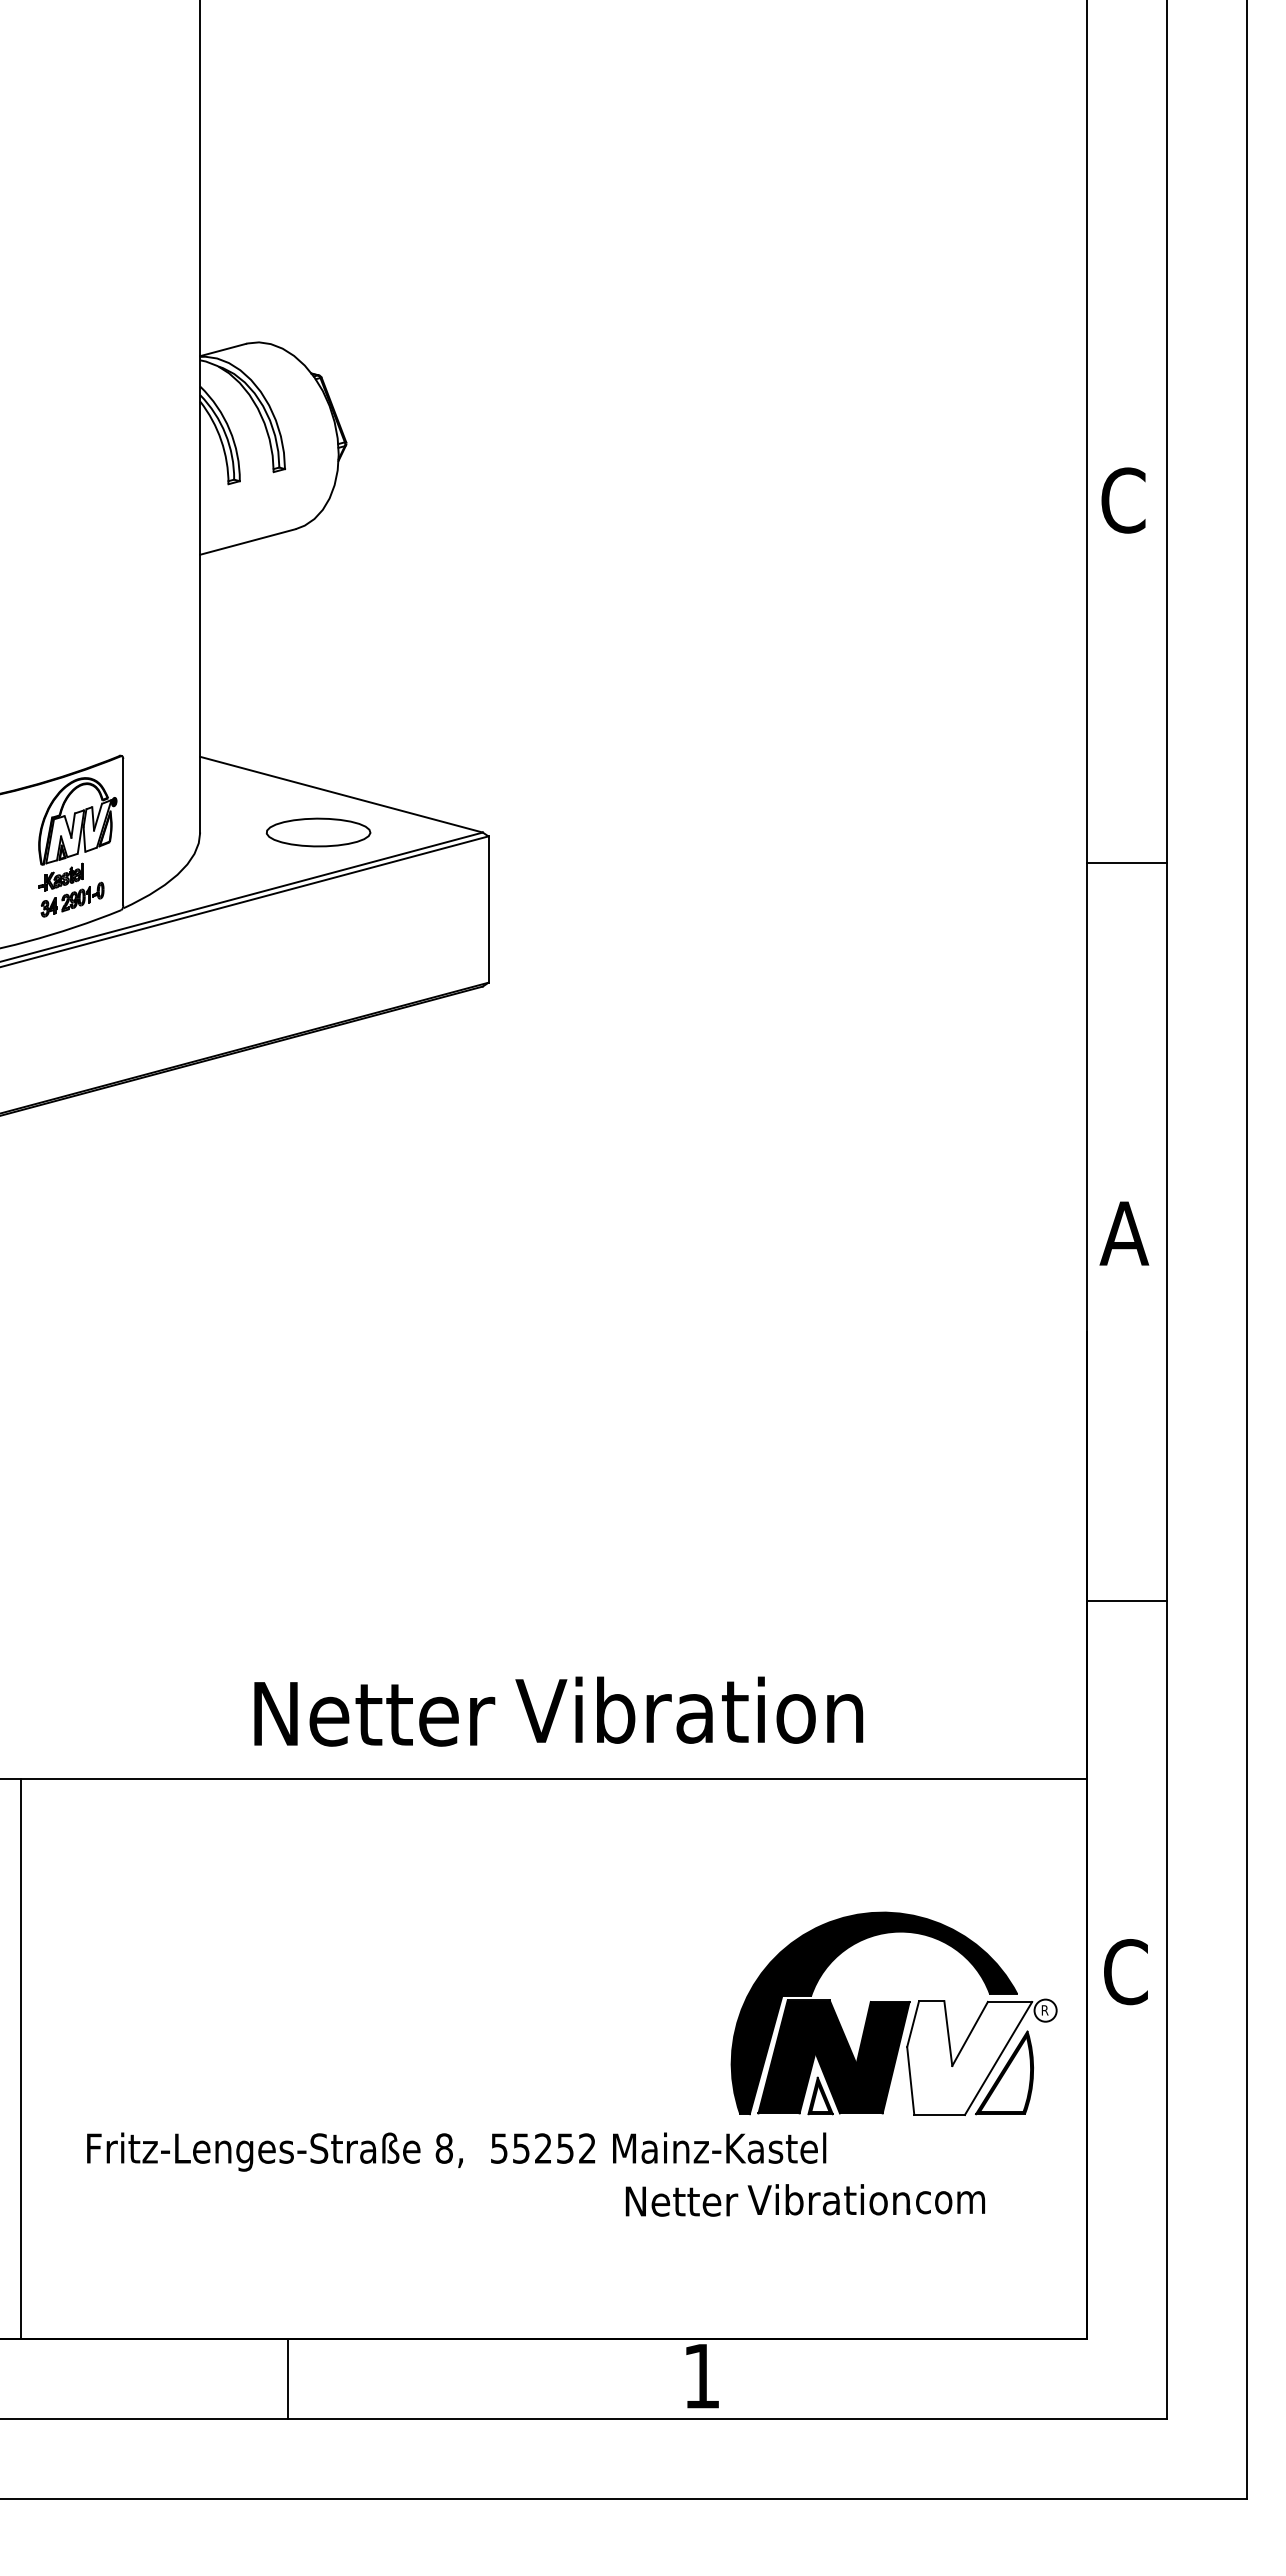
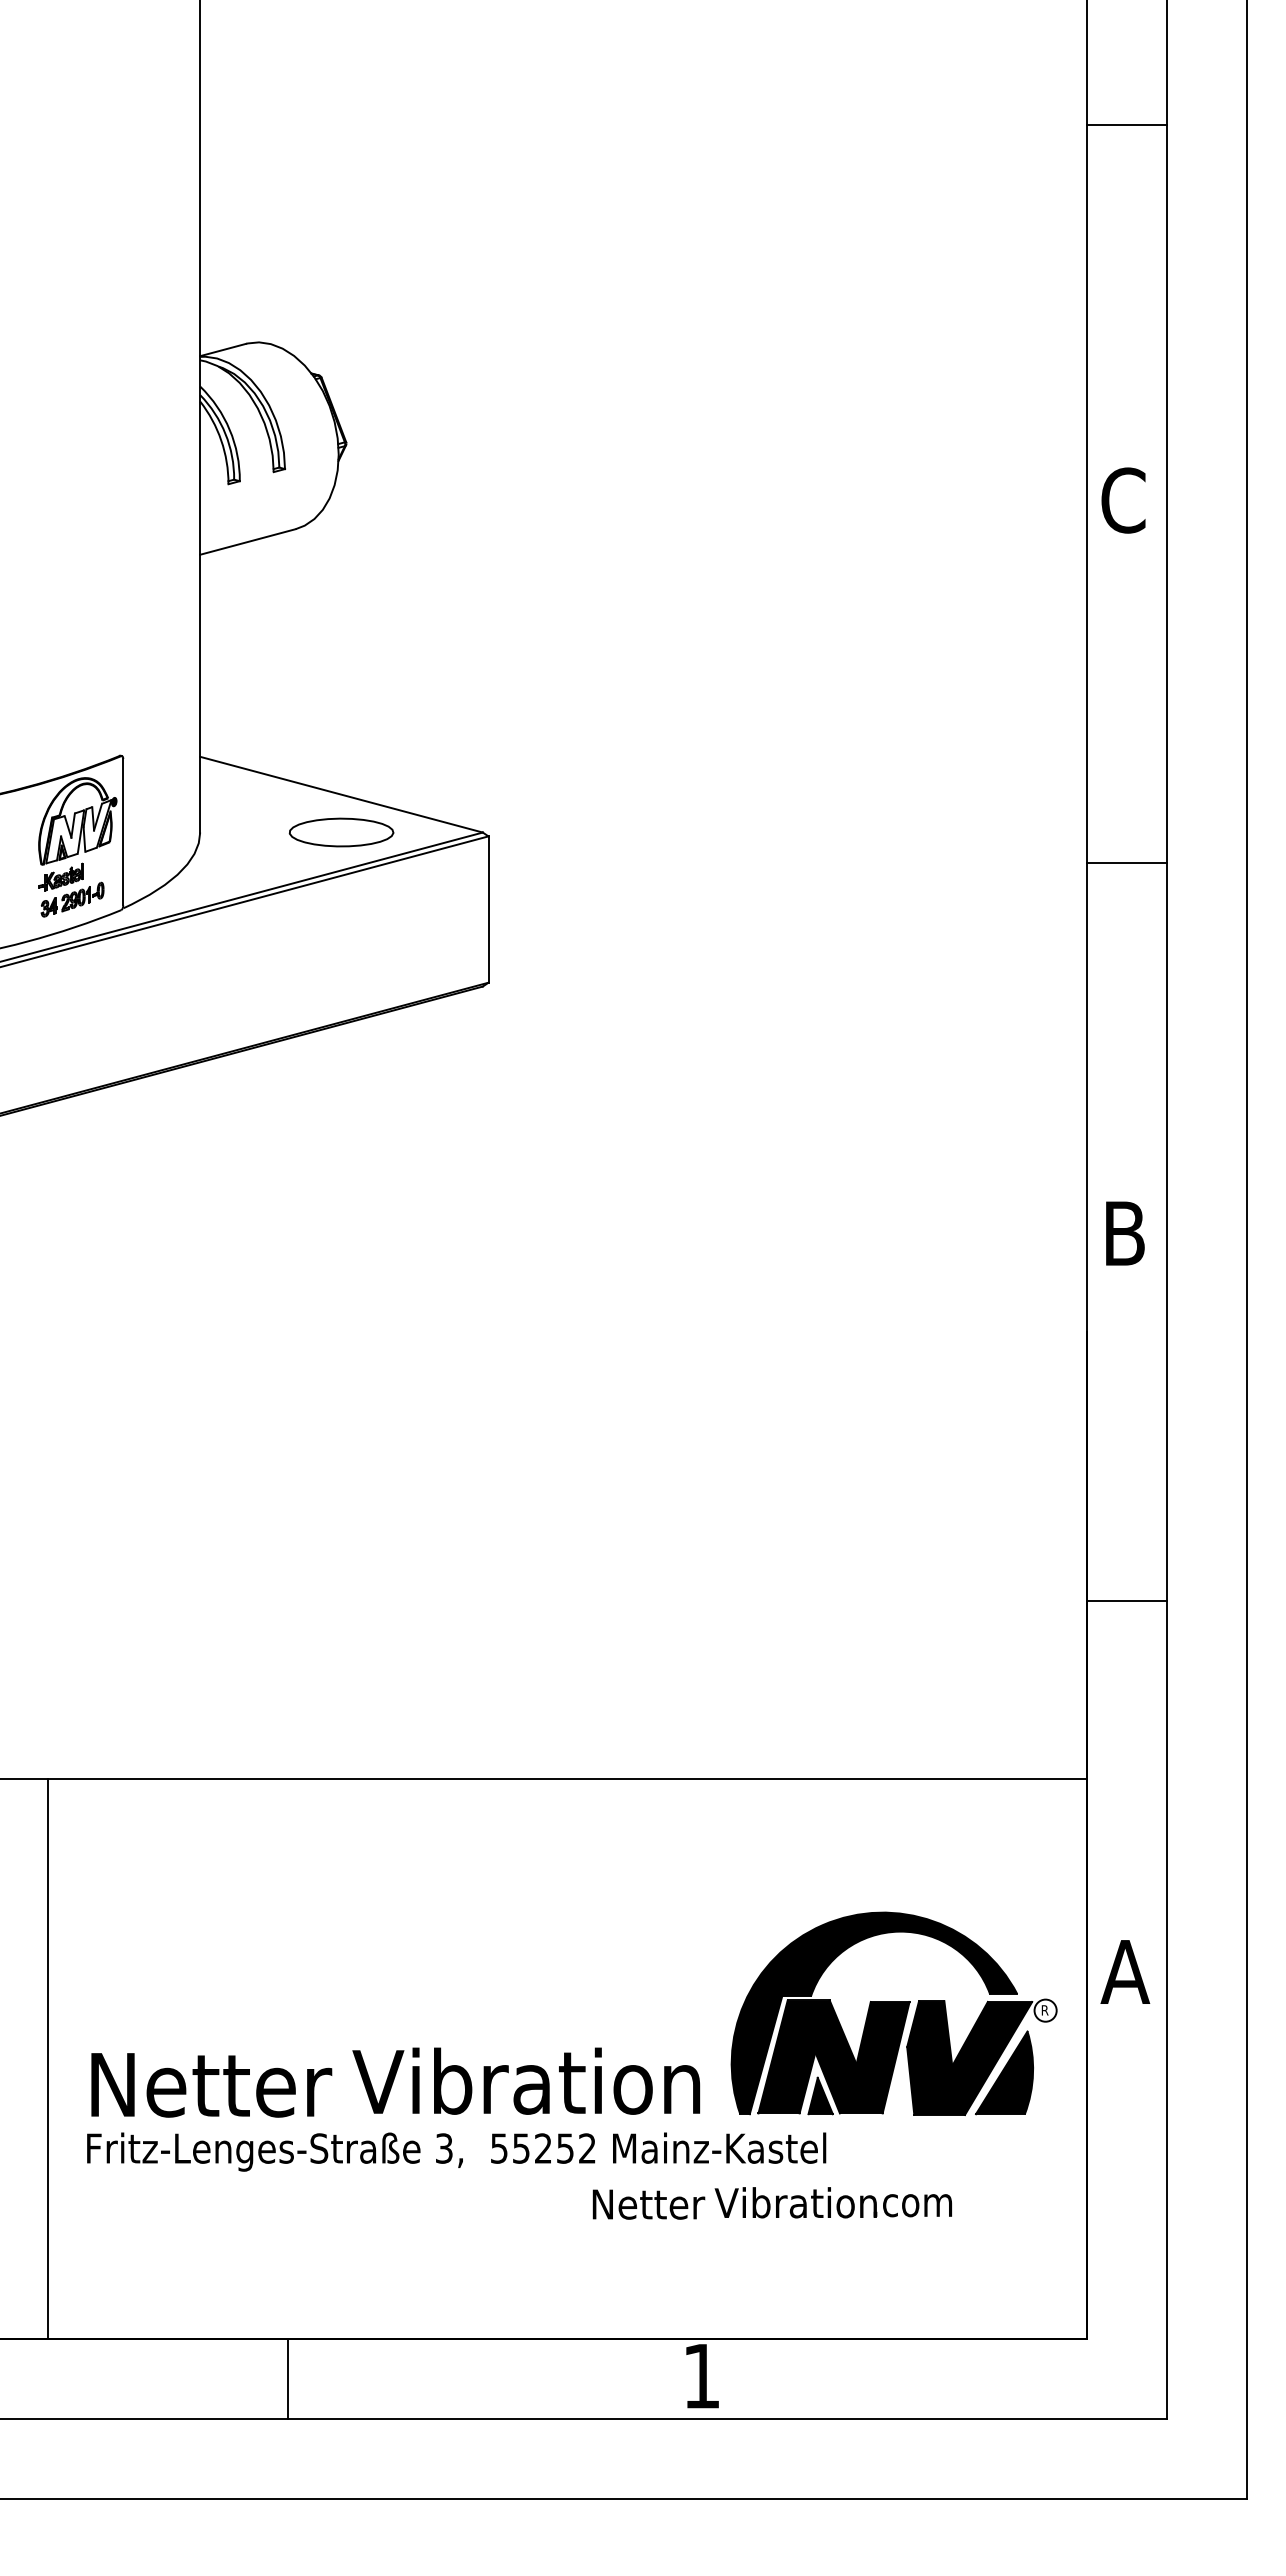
line at (1127, 124): none -> present
part at (318, 832) position: (318, 832) -> (341, 832)
text at (1124, 1233): A -> B
text at (558, 1711) position: (558, 1711) -> (395, 2082)
text at (1125, 1972): C -> A
line at (21, 2058) position: (21, 2058) -> (48, 2058)
fill at (969, 2058): none -> present
fill at (1004, 2074): none -> present
fill at (820, 2098): none -> present
text at (443, 2148): 8, -> 3,
text at (804, 2200) position: (804, 2200) -> (771, 2203)
